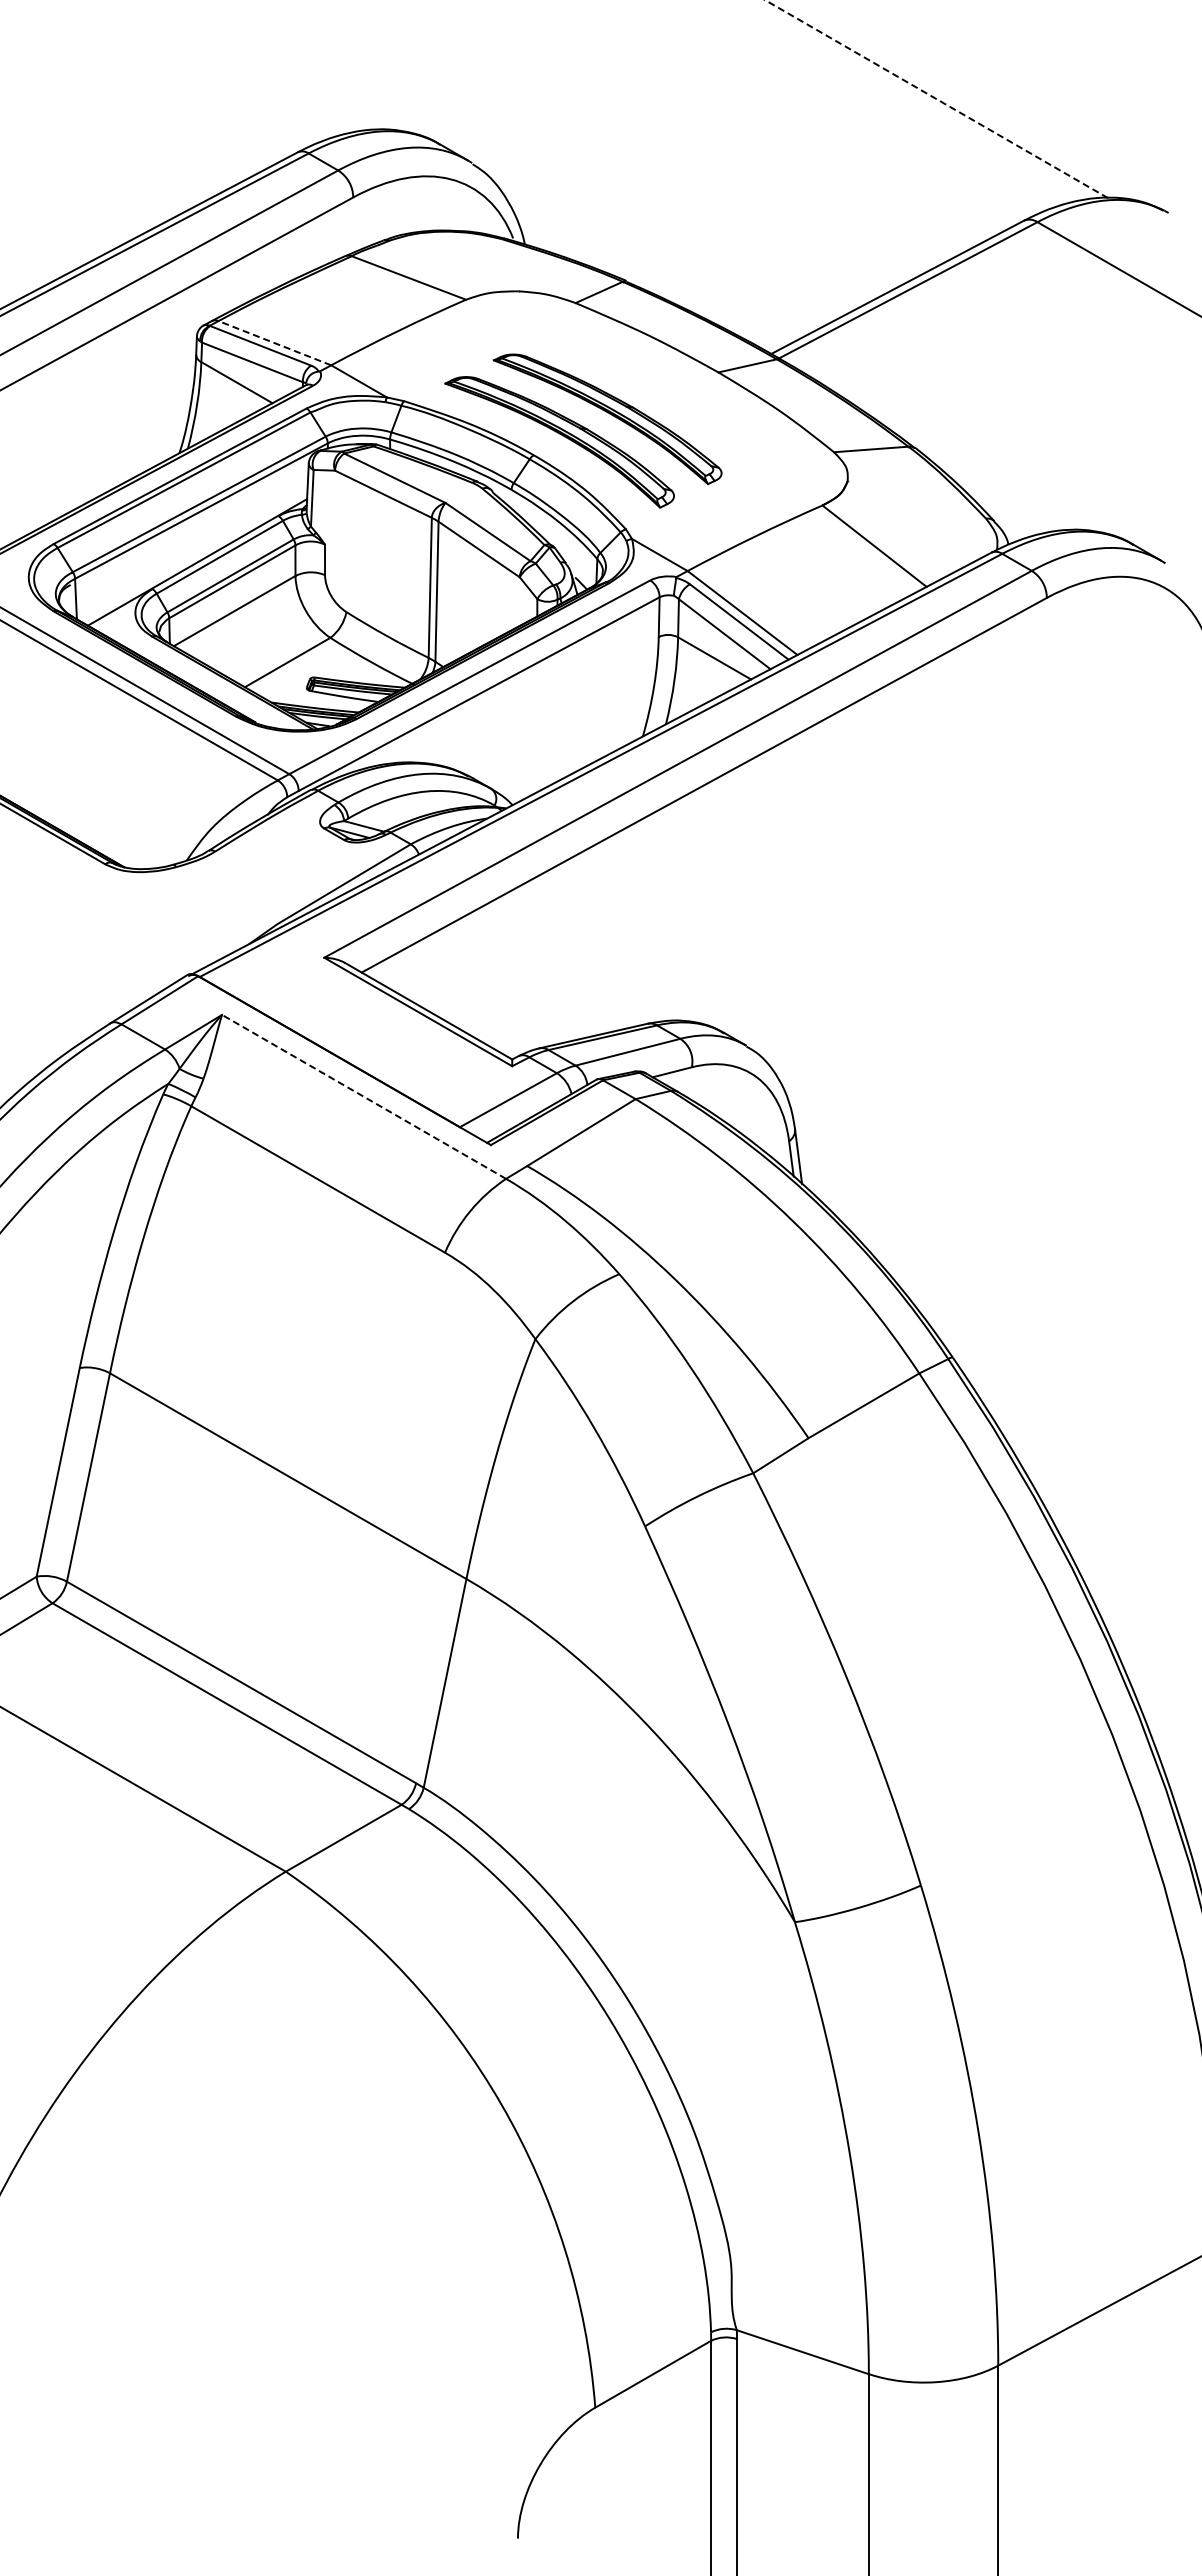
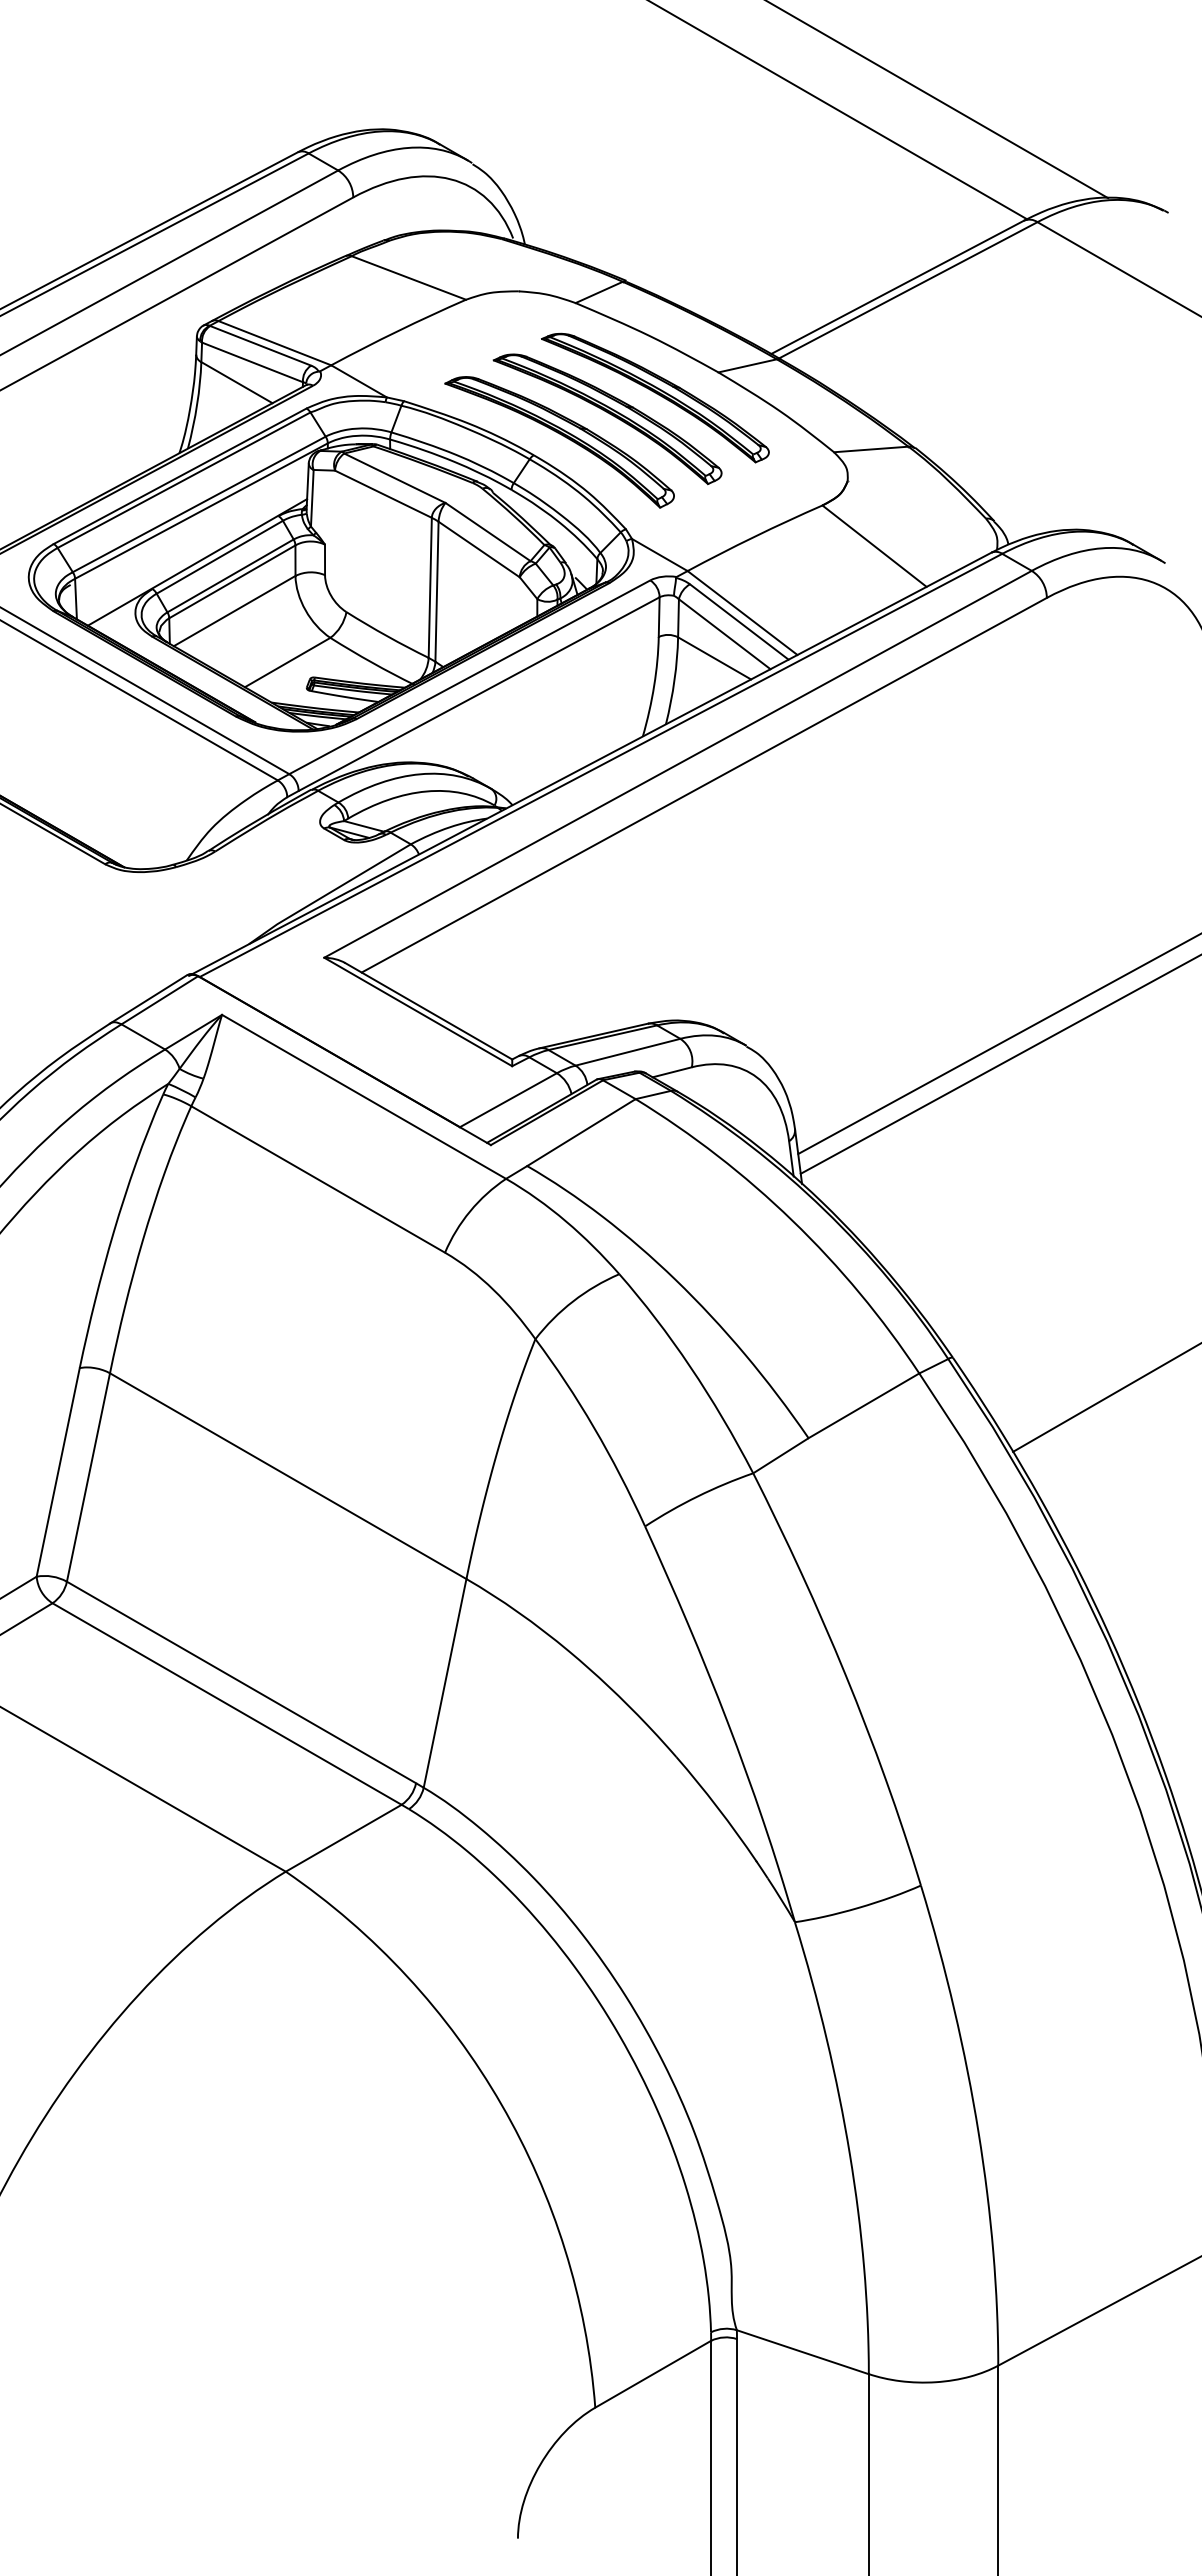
line at (936, 99): dashed -> solid
line at (839, 110): none -> present
line at (274, 343): dashed -> solid
part at (655, 397): none -> present
line at (998, 1044): none -> present
line at (999, 1064): none -> present
line at (364, 1096): dashed -> solid
line at (1105, 1397): none -> present
